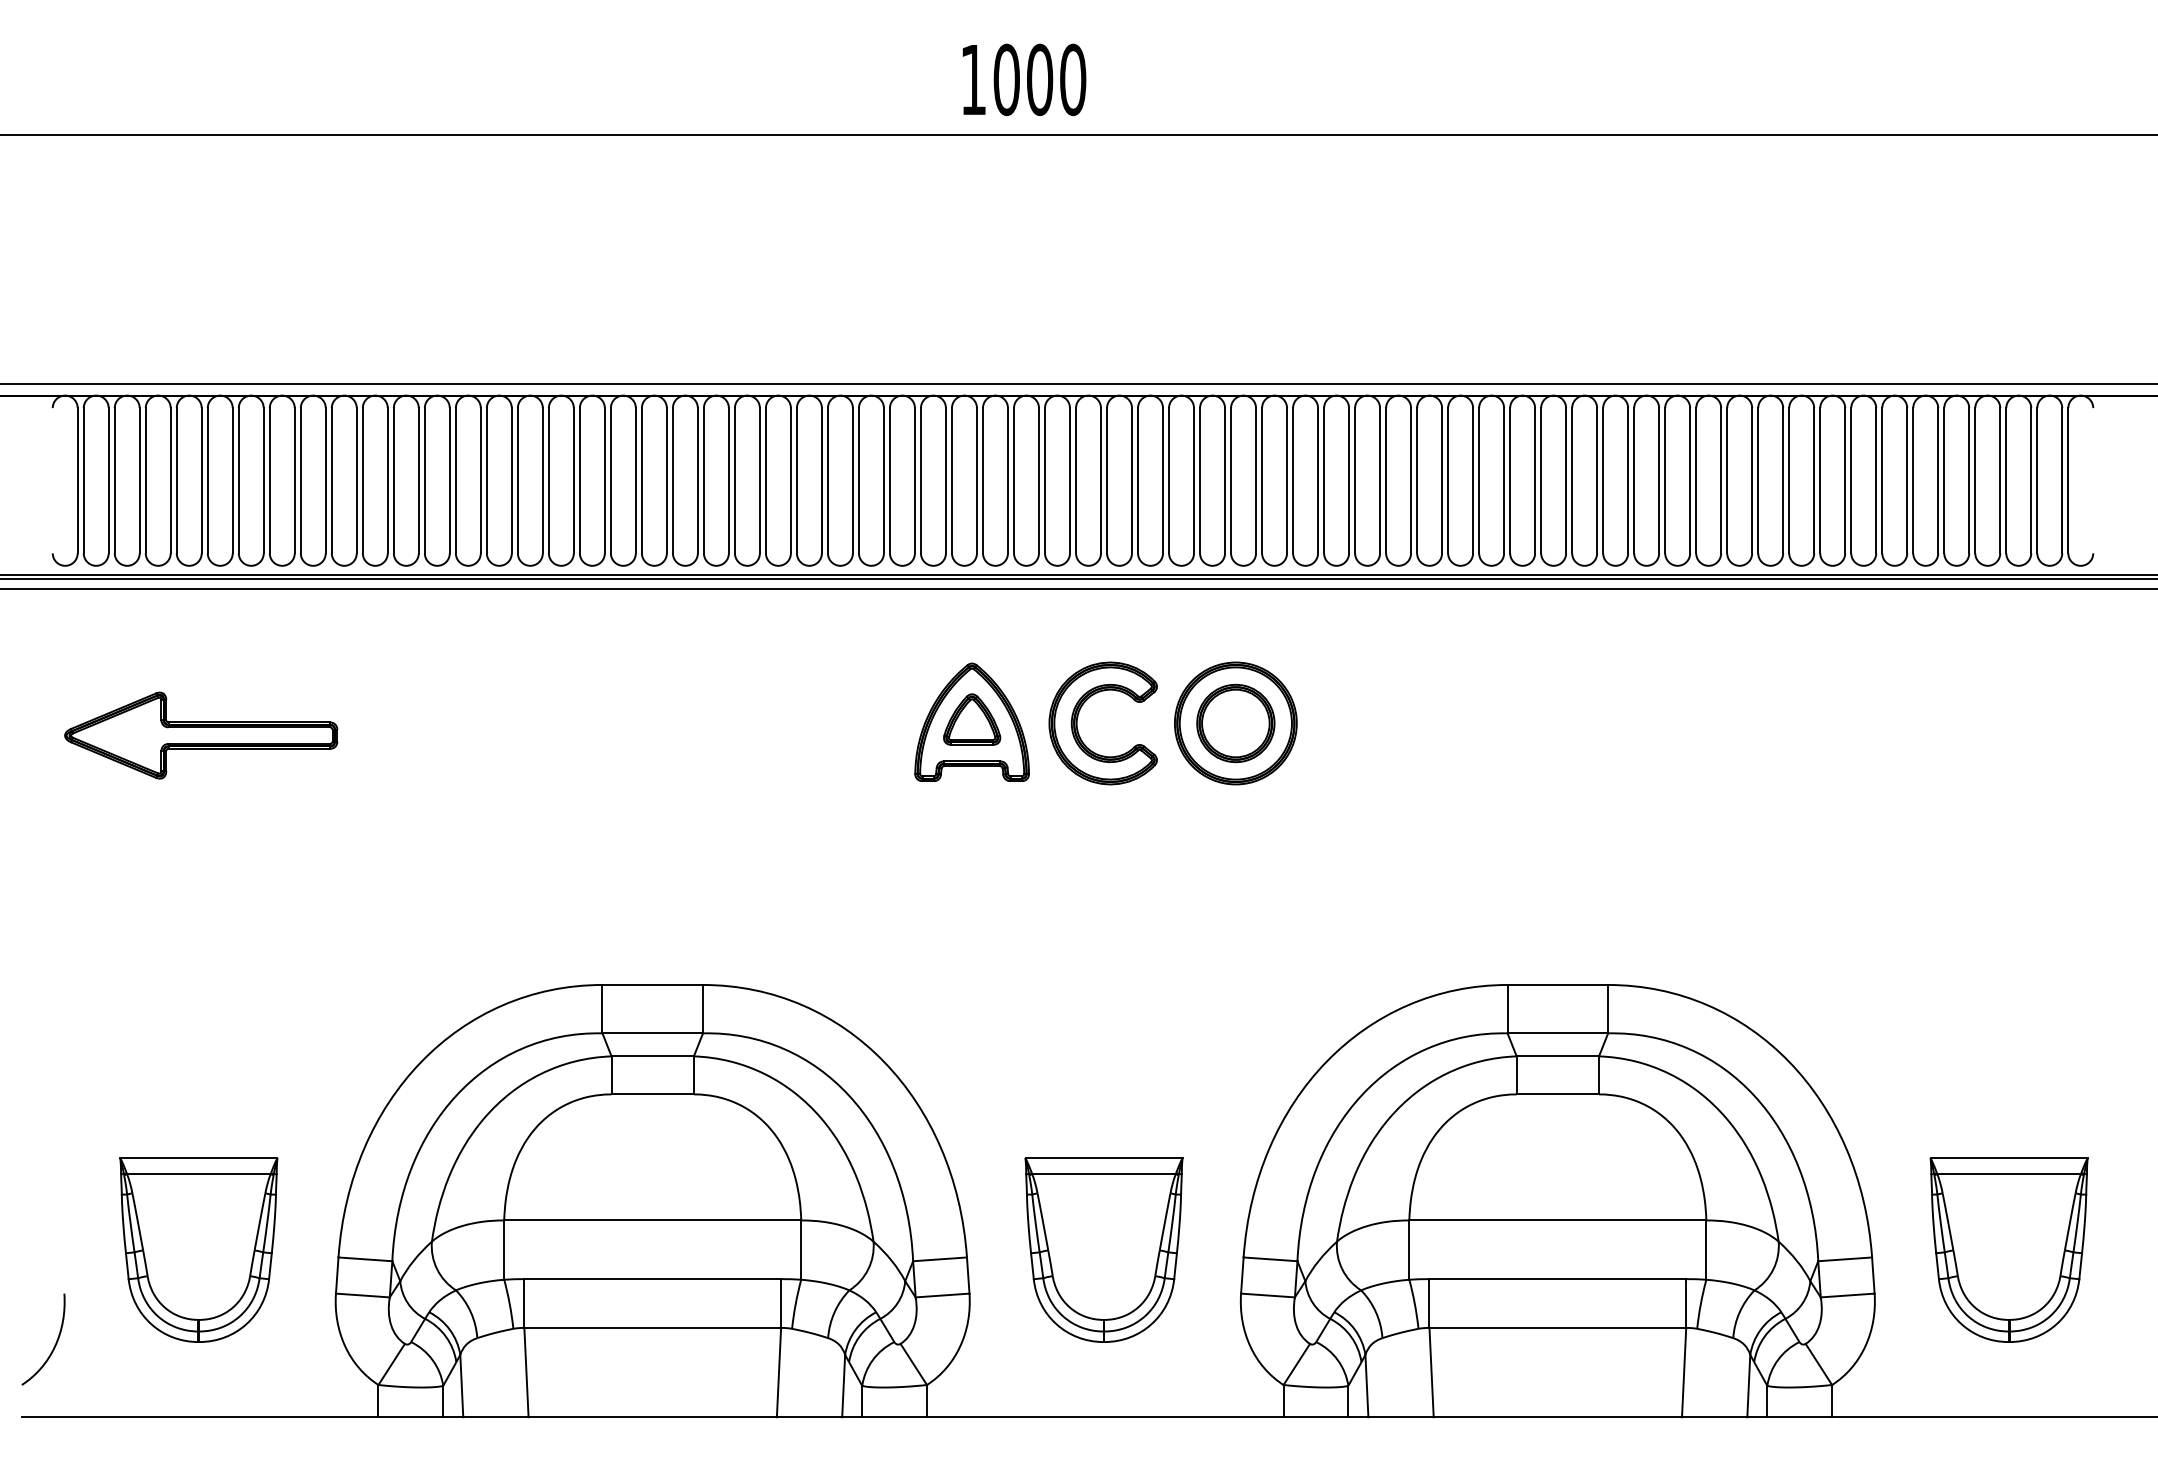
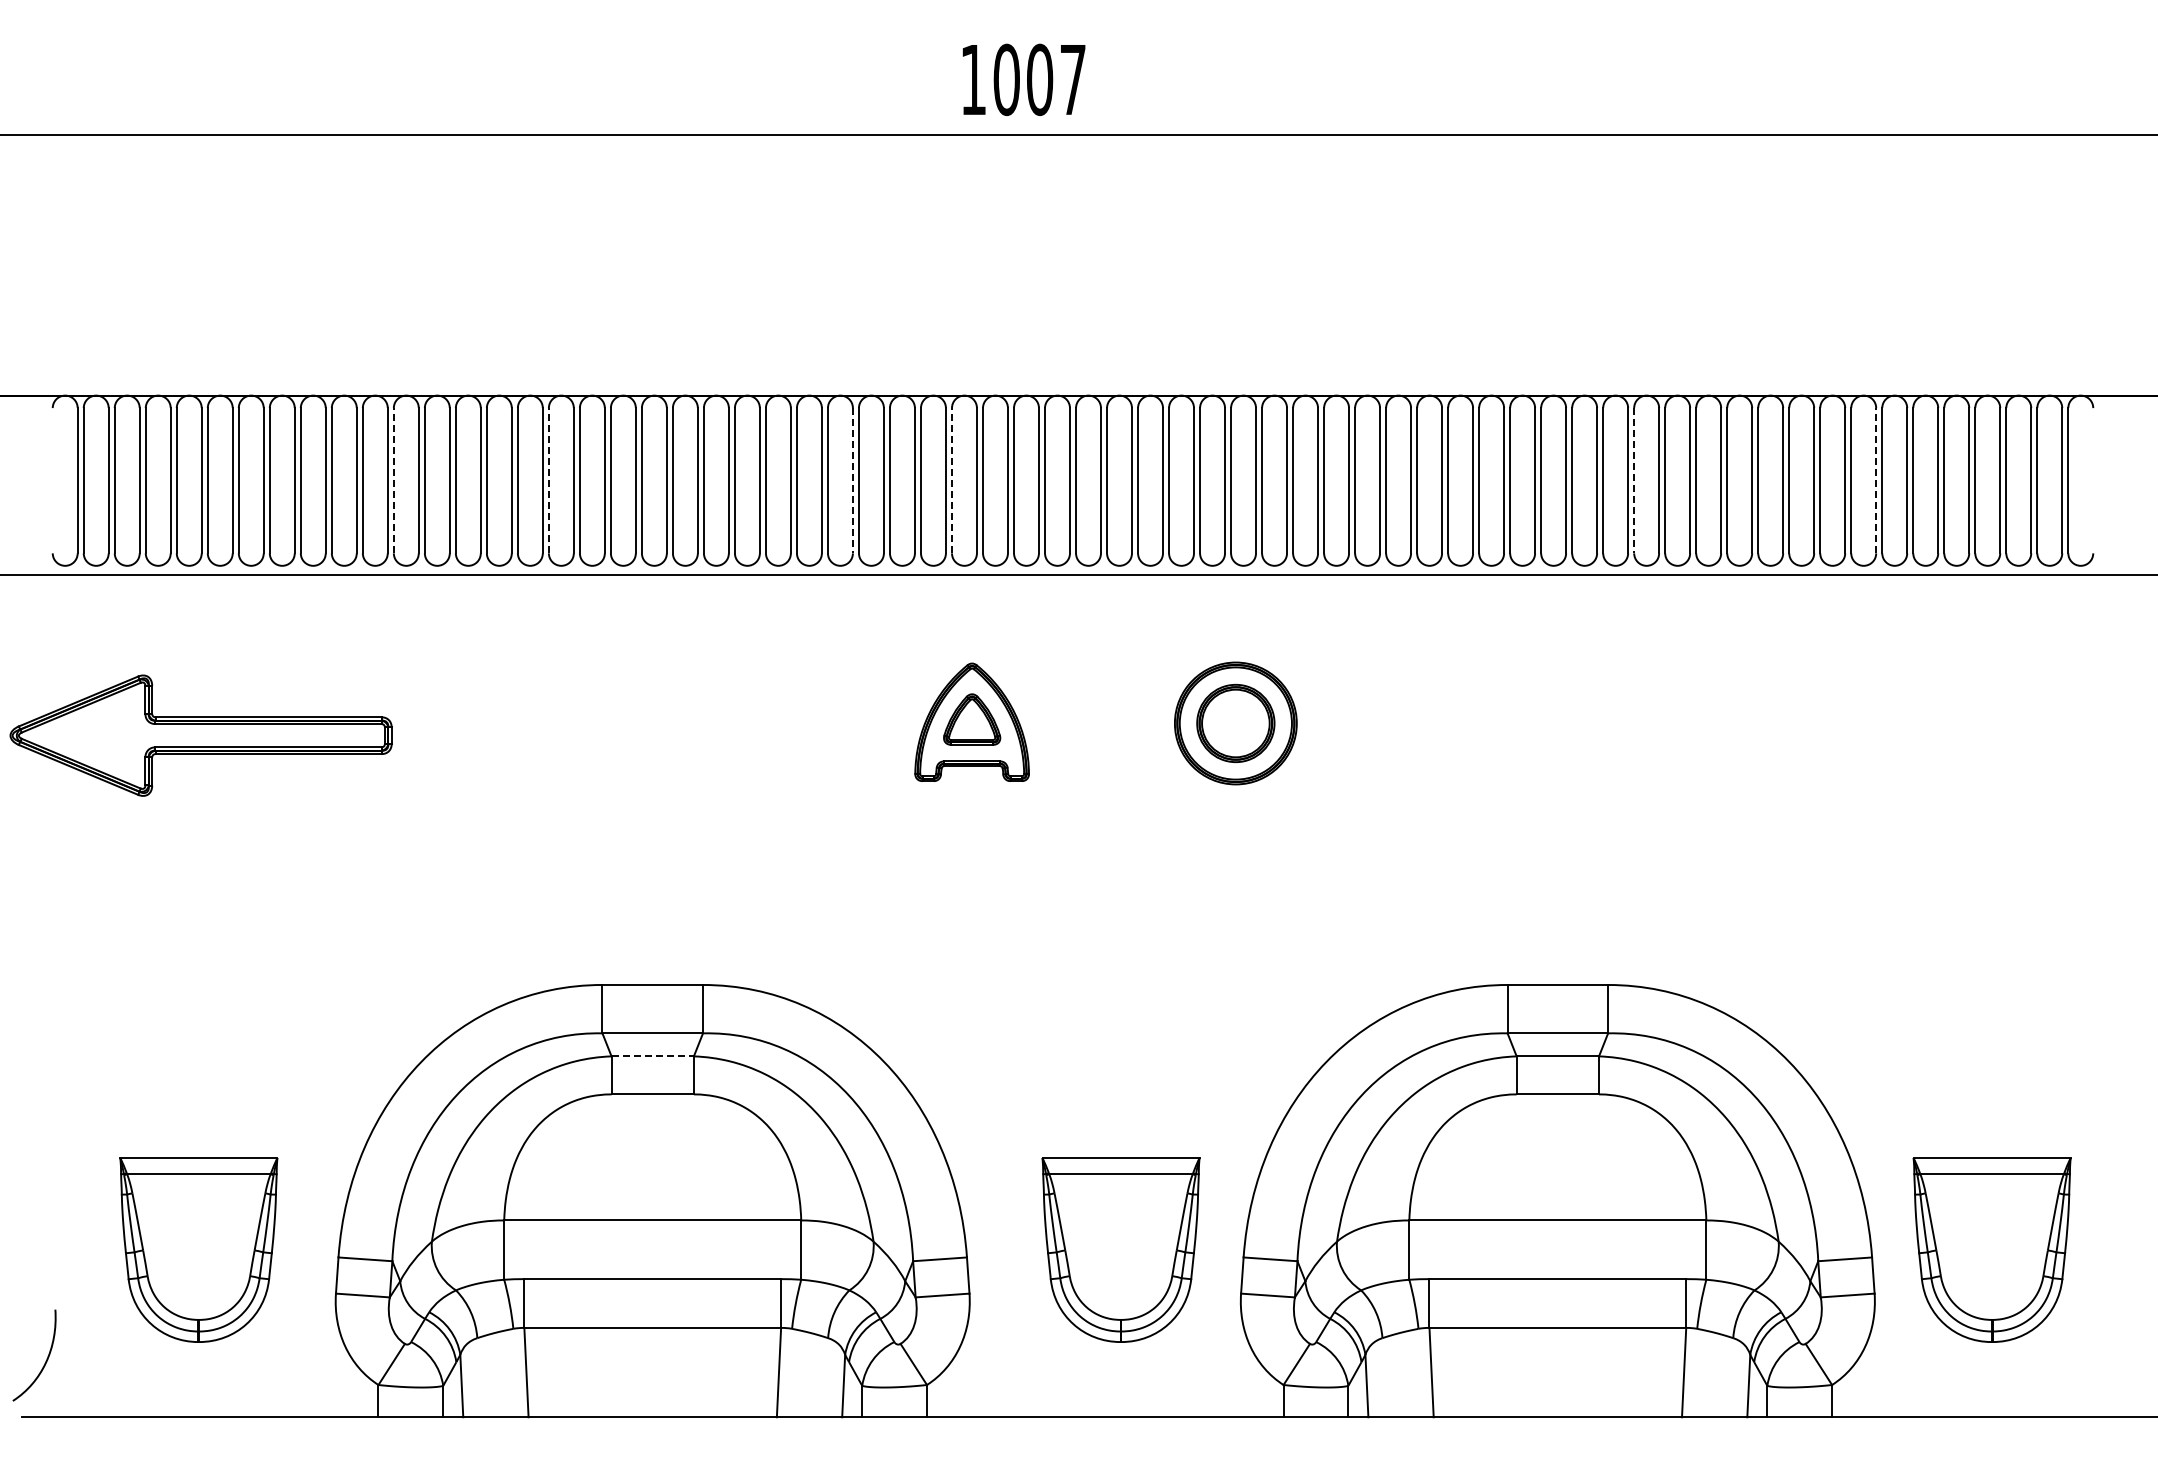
text at (1073, 79): 1000 -> 1007
line at (1078, 383): present -> none
line at (393, 480): solid -> dashed
line at (548, 480): solid -> dashed
line at (852, 480): solid -> dashed
line at (952, 480): solid -> dashed
line at (1634, 480): solid -> dashed
line at (1876, 480): solid -> dashed
line at (1078, 578): present -> none
line at (1078, 588): present -> none
part at (1078, 717): present -> none
part at (201, 735) size: 275x89 px -> 384x123 px
line at (653, 1056): solid -> dashed
part at (1103, 1249) position: (1103, 1249) -> (1120, 1249)
part at (2008, 1249) position: (2008, 1249) -> (1991, 1249)
curve at (55, 1342) position: (55, 1342) -> (46, 1358)
